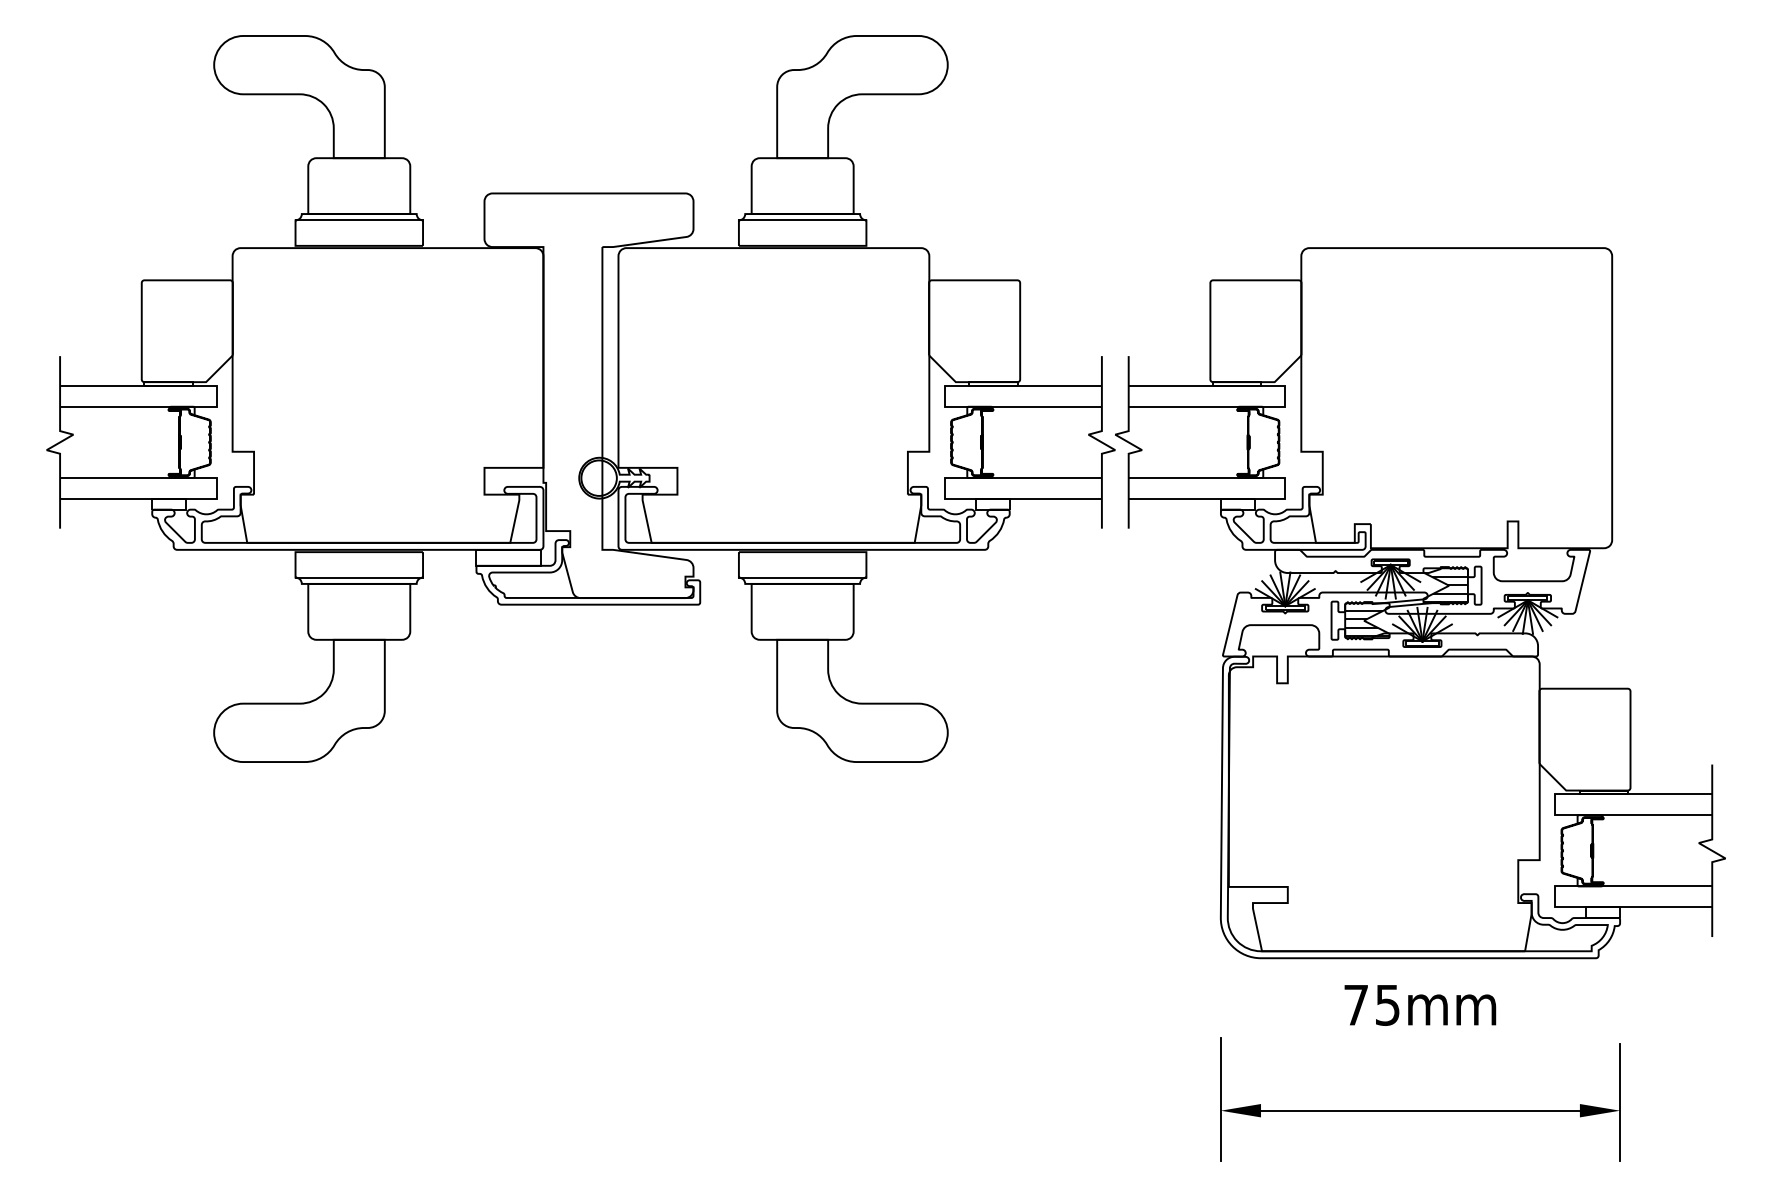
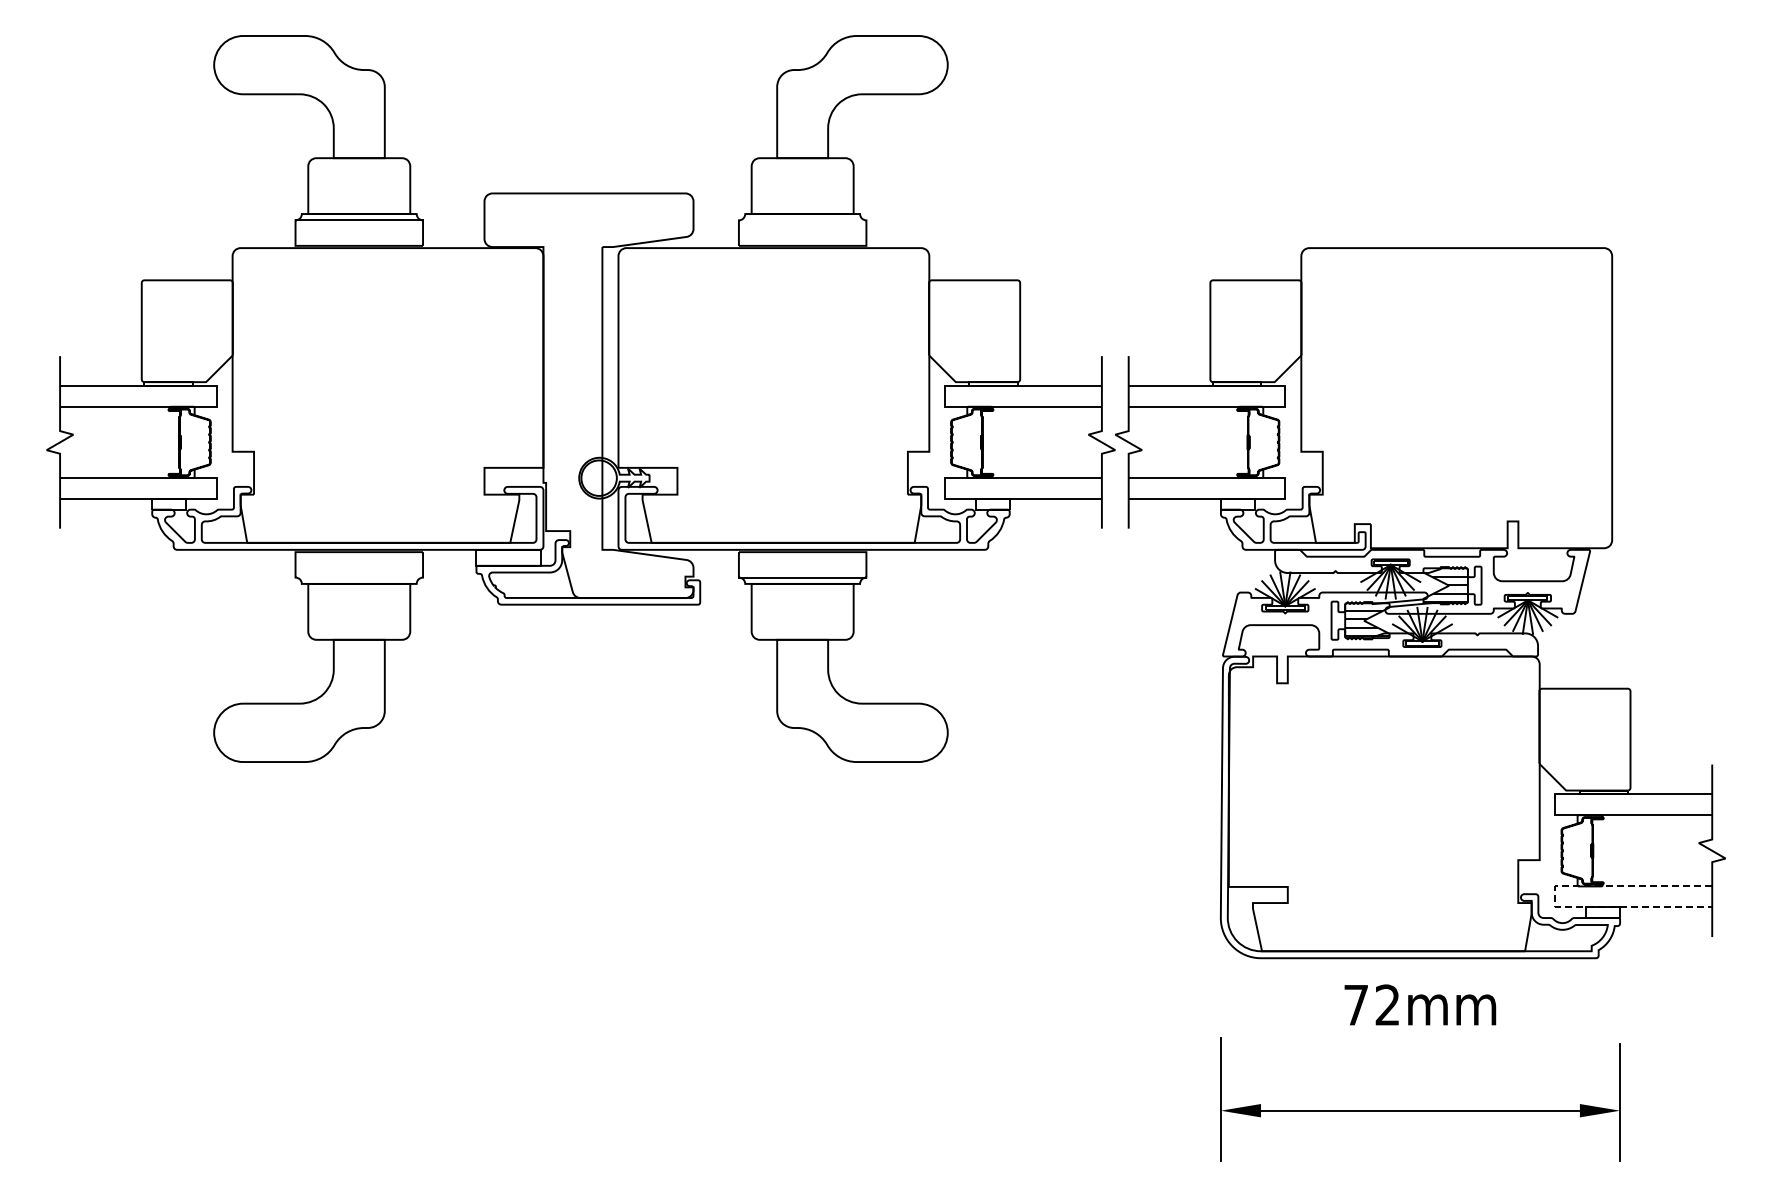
line at (802, 220): present -> none
line at (359, 577): present -> none
line at (1555, 897): solid -> dashed
text at (1387, 1004): 75mm -> 72mm
